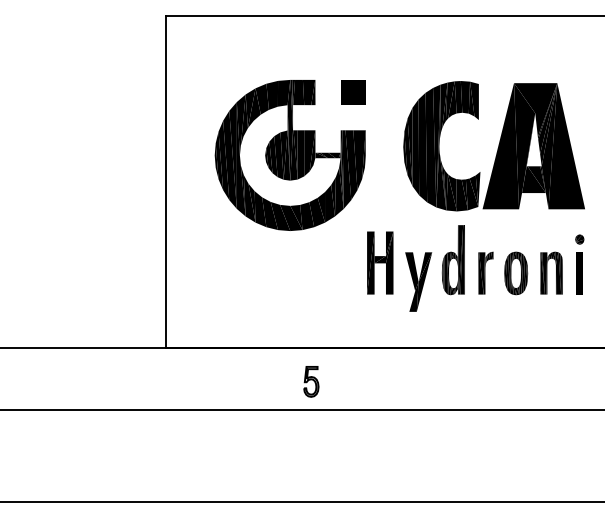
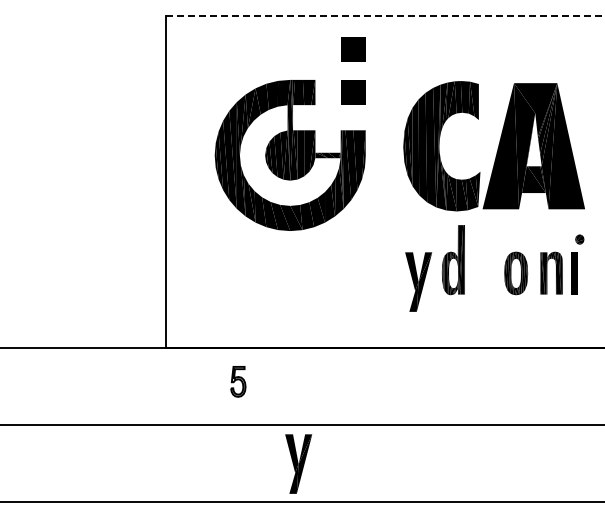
line at (385, 15): solid -> dashed
part at (353, 49): none -> present
part at (380, 262): present -> none
part at (485, 272): present -> none
part at (579, 273) position: (579, 273) -> (574, 273)
part at (311, 381) position: (311, 381) -> (238, 381)
line at (301, 409) position: (301, 409) -> (301, 424)
part at (298, 463): none -> present
